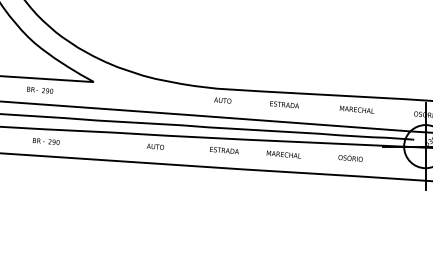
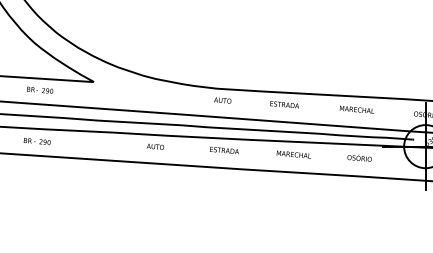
text at (45, 141) position: (45, 141) -> (36, 141)
text at (283, 154) position: (283, 154) -> (293, 154)
text at (350, 157) position: (350, 157) -> (359, 157)
